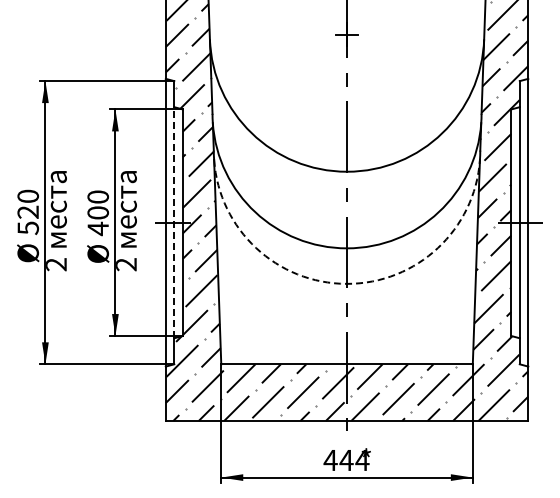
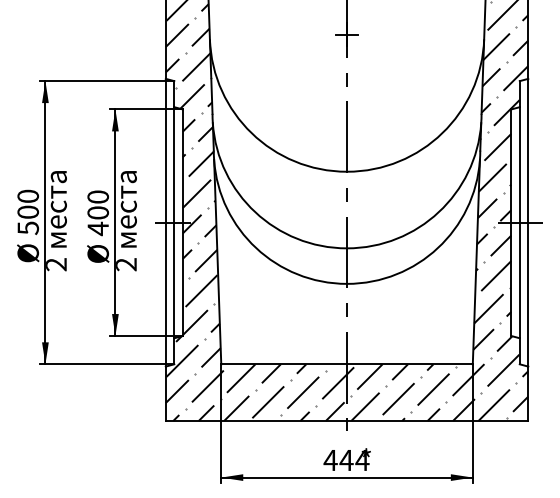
text at (28, 211): 520 -> 500
line at (174, 222): dashed -> solid
arc at (347, 283): dashed -> solid
